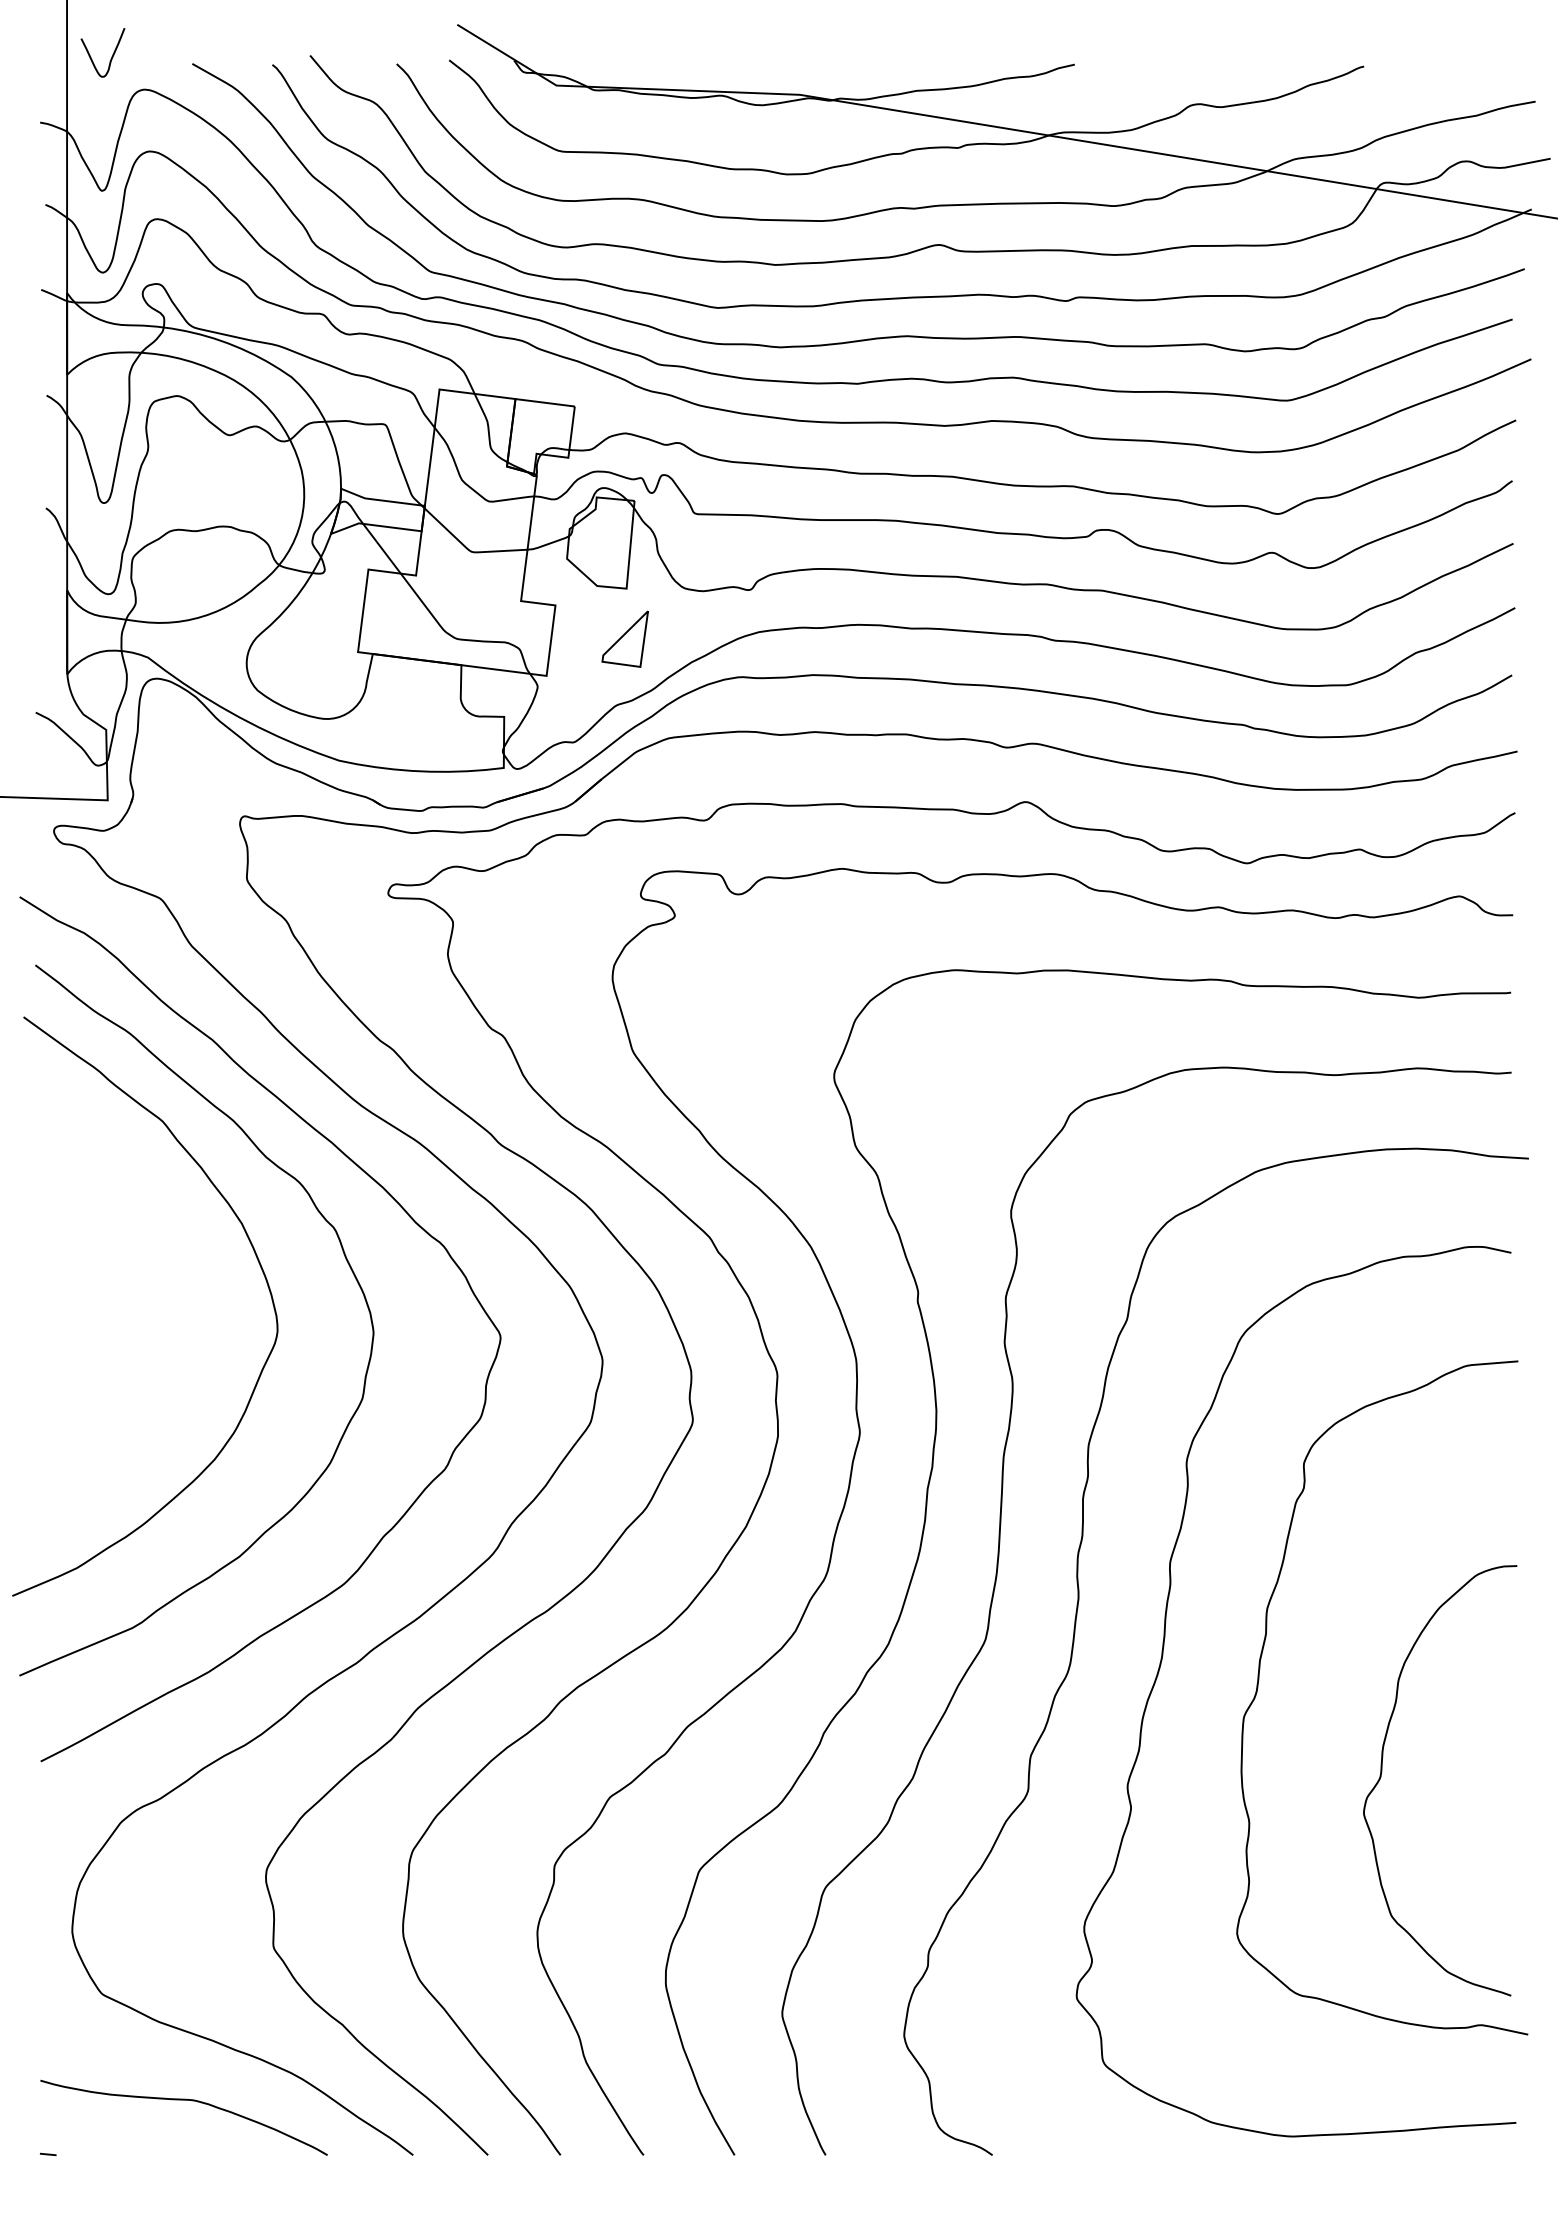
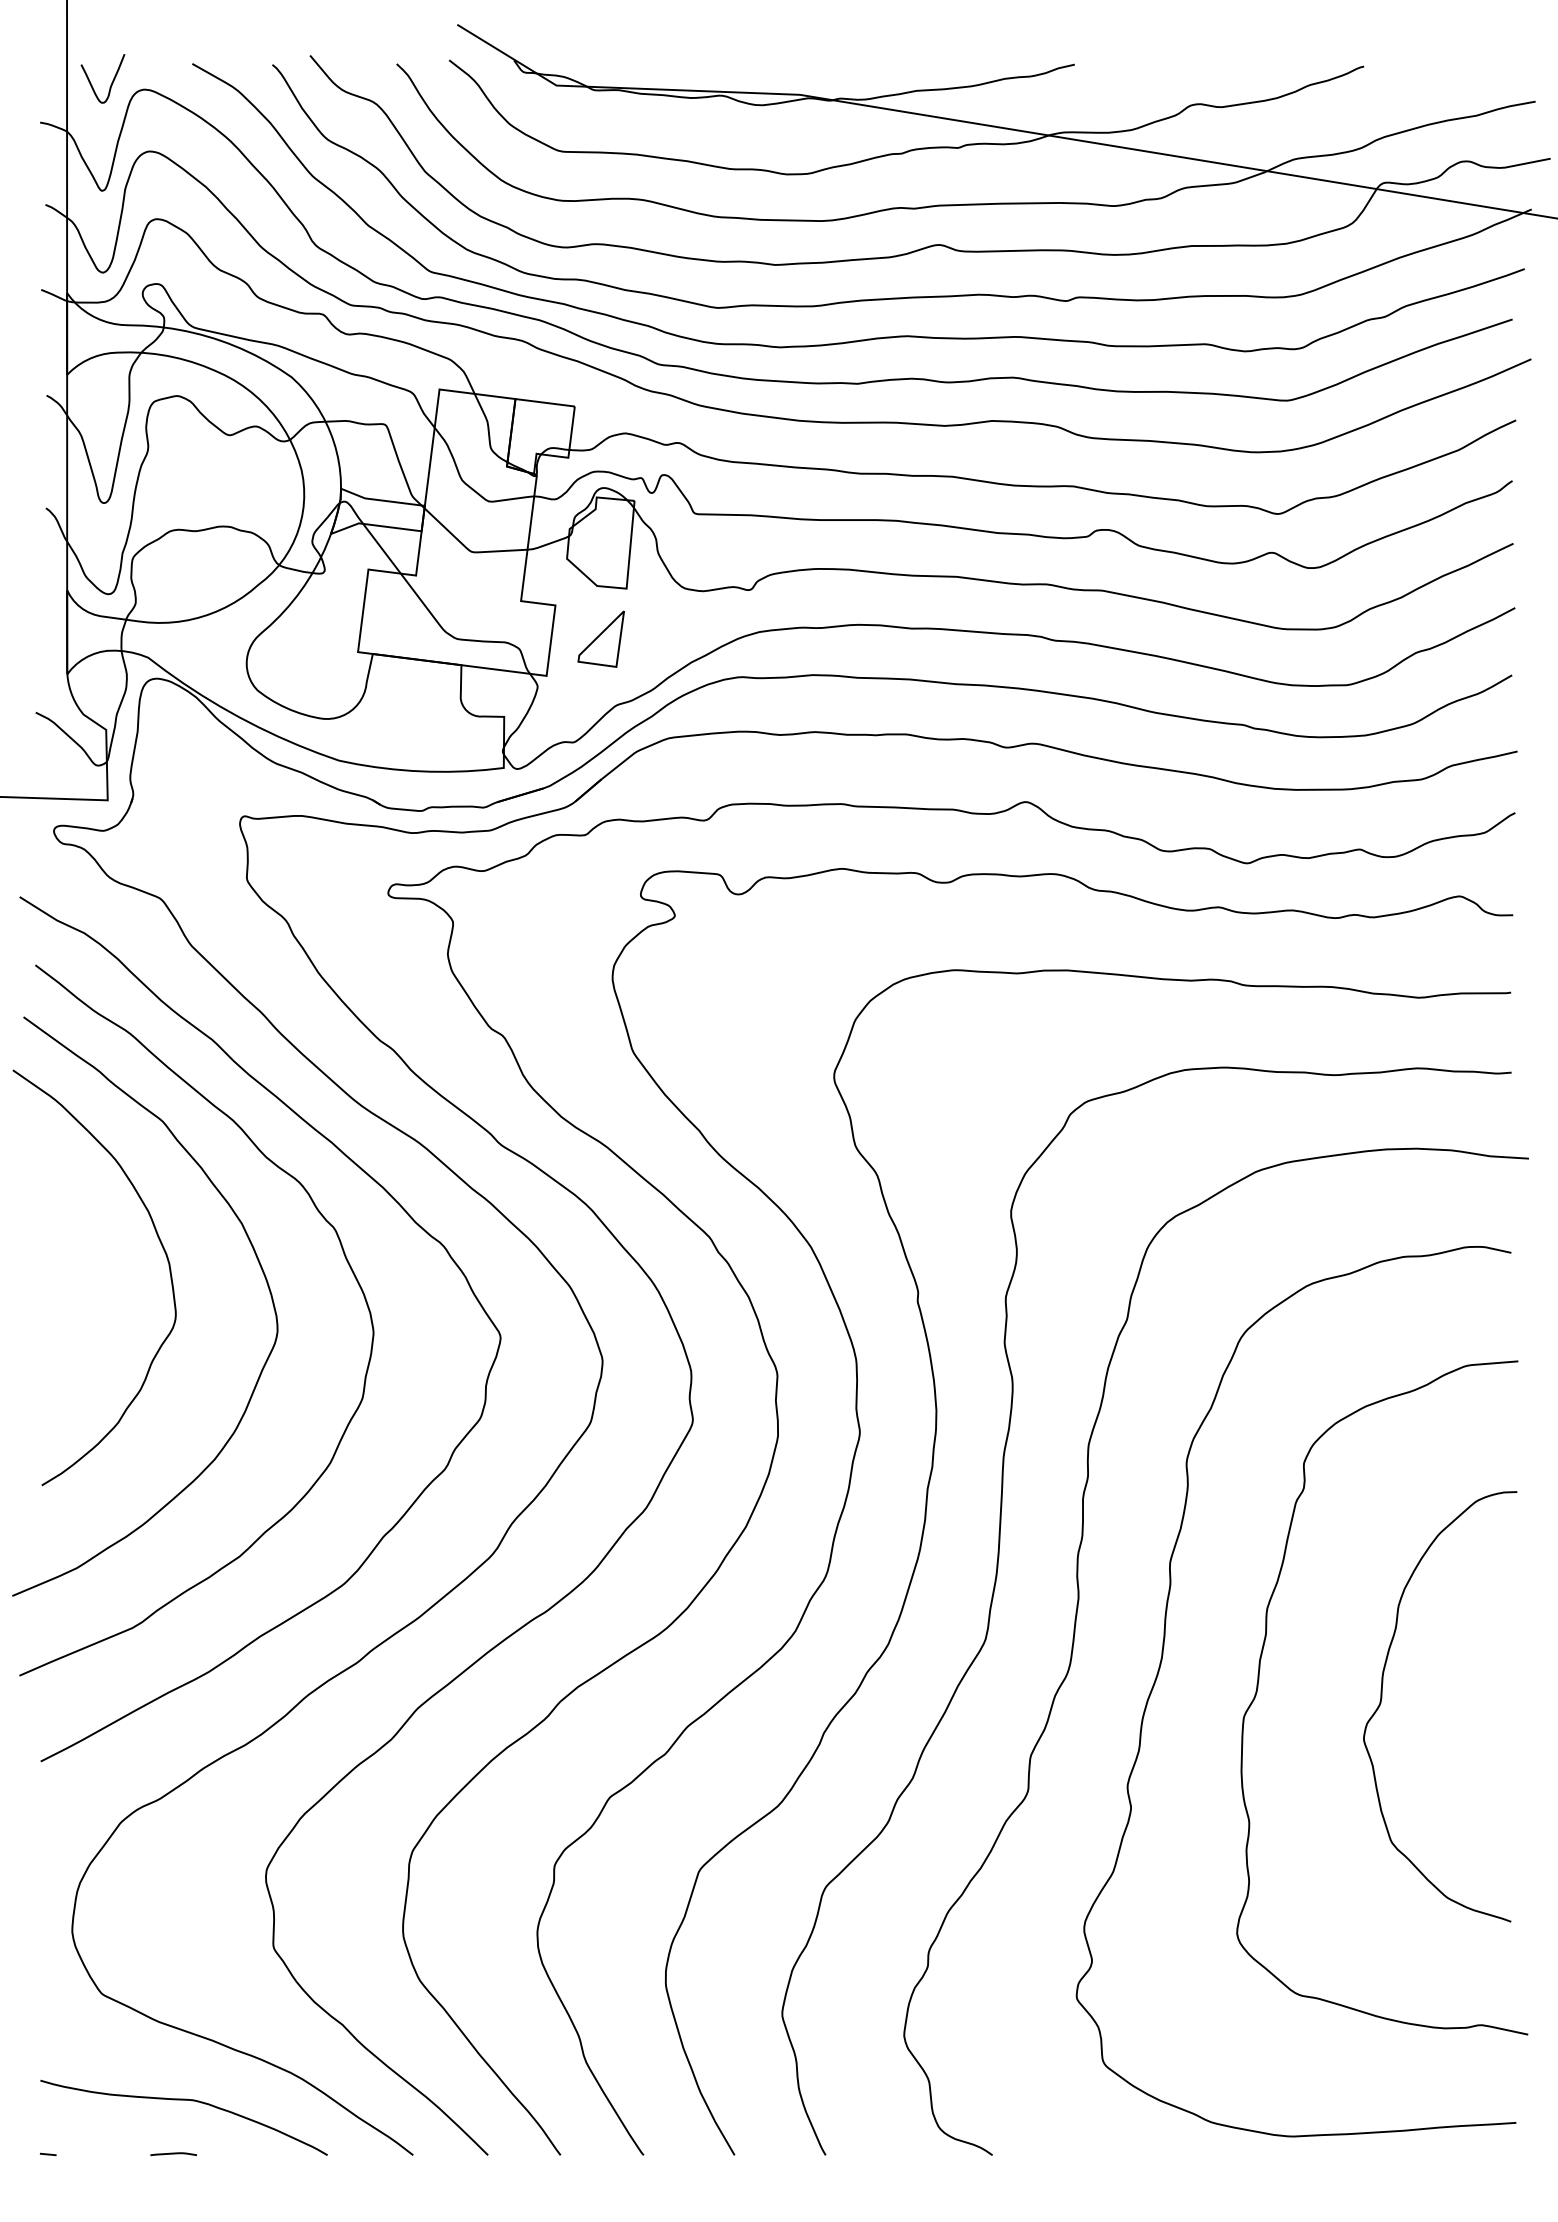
curve at (111, 56) position: (111, 56) -> (111, 82)
part at (624, 638) position: (624, 638) -> (600, 638)
curve at (161, 1246): none -> present
curve at (1382, 1772) position: (1382, 1772) -> (1382, 1698)
line at (173, 2153): none -> present
